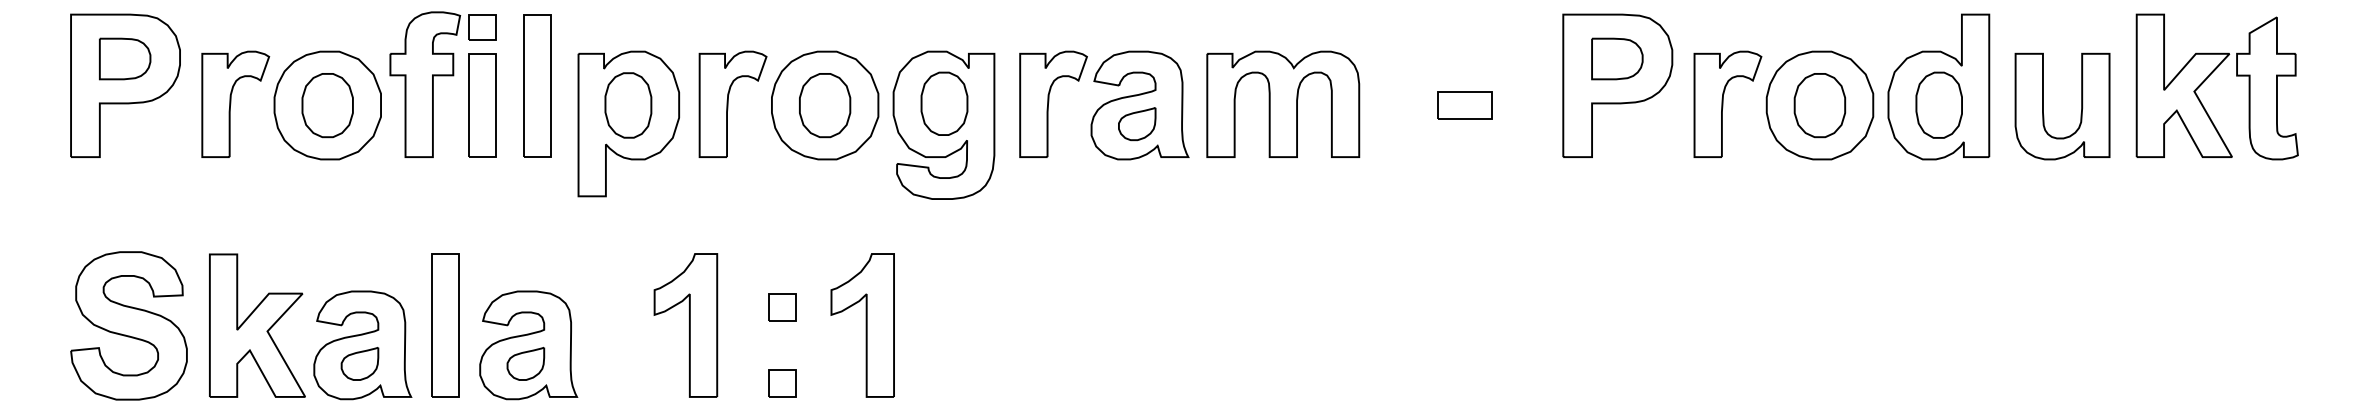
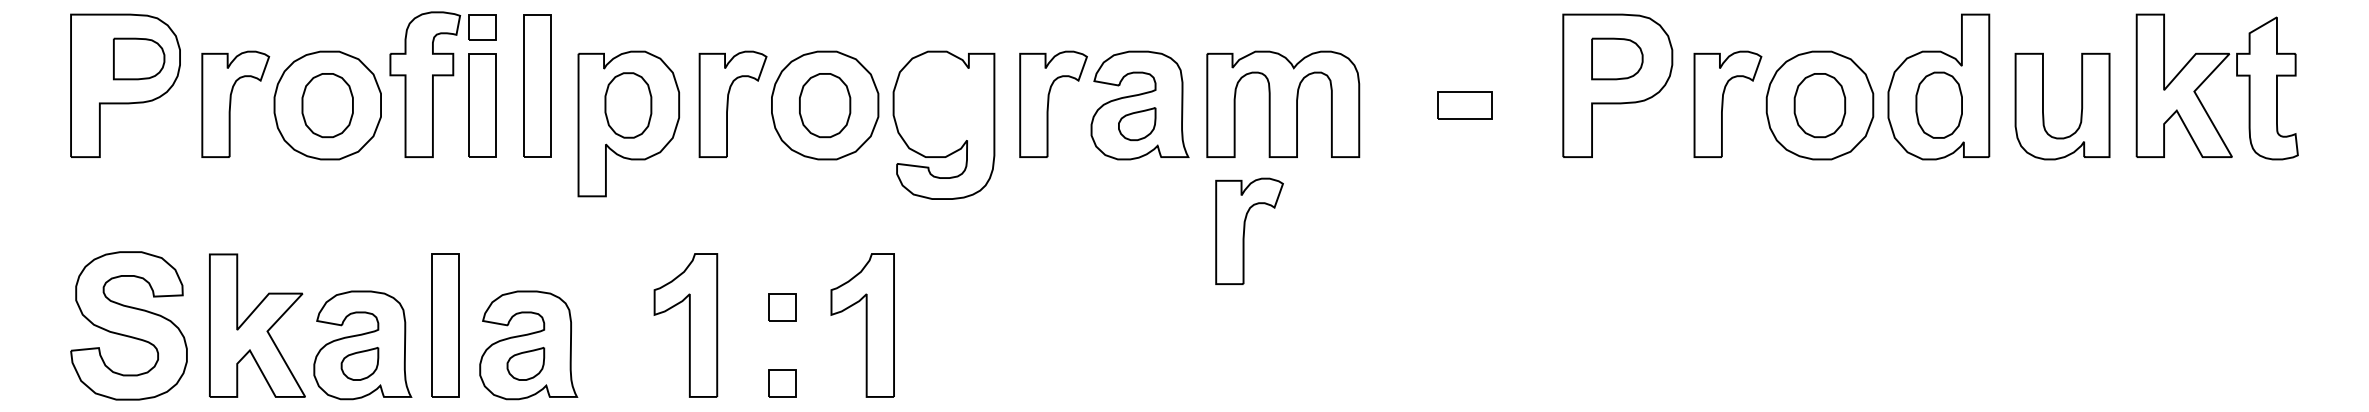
part at (125, 58) position: (125, 58) -> (139, 58)
part at (944, 103): present -> none
part at (1249, 230): none -> present
